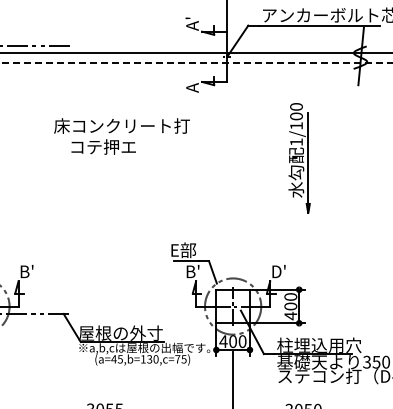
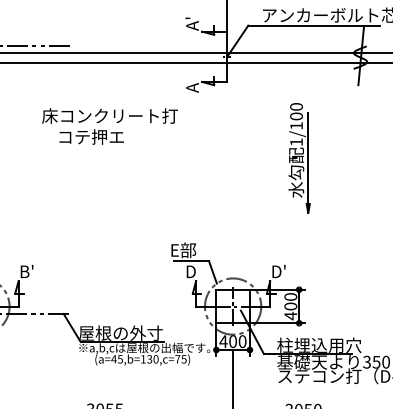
line at (196, 62): dashed -> solid
text at (121, 136) position: (121, 136) -> (109, 126)
text at (193, 270): B' -> D
